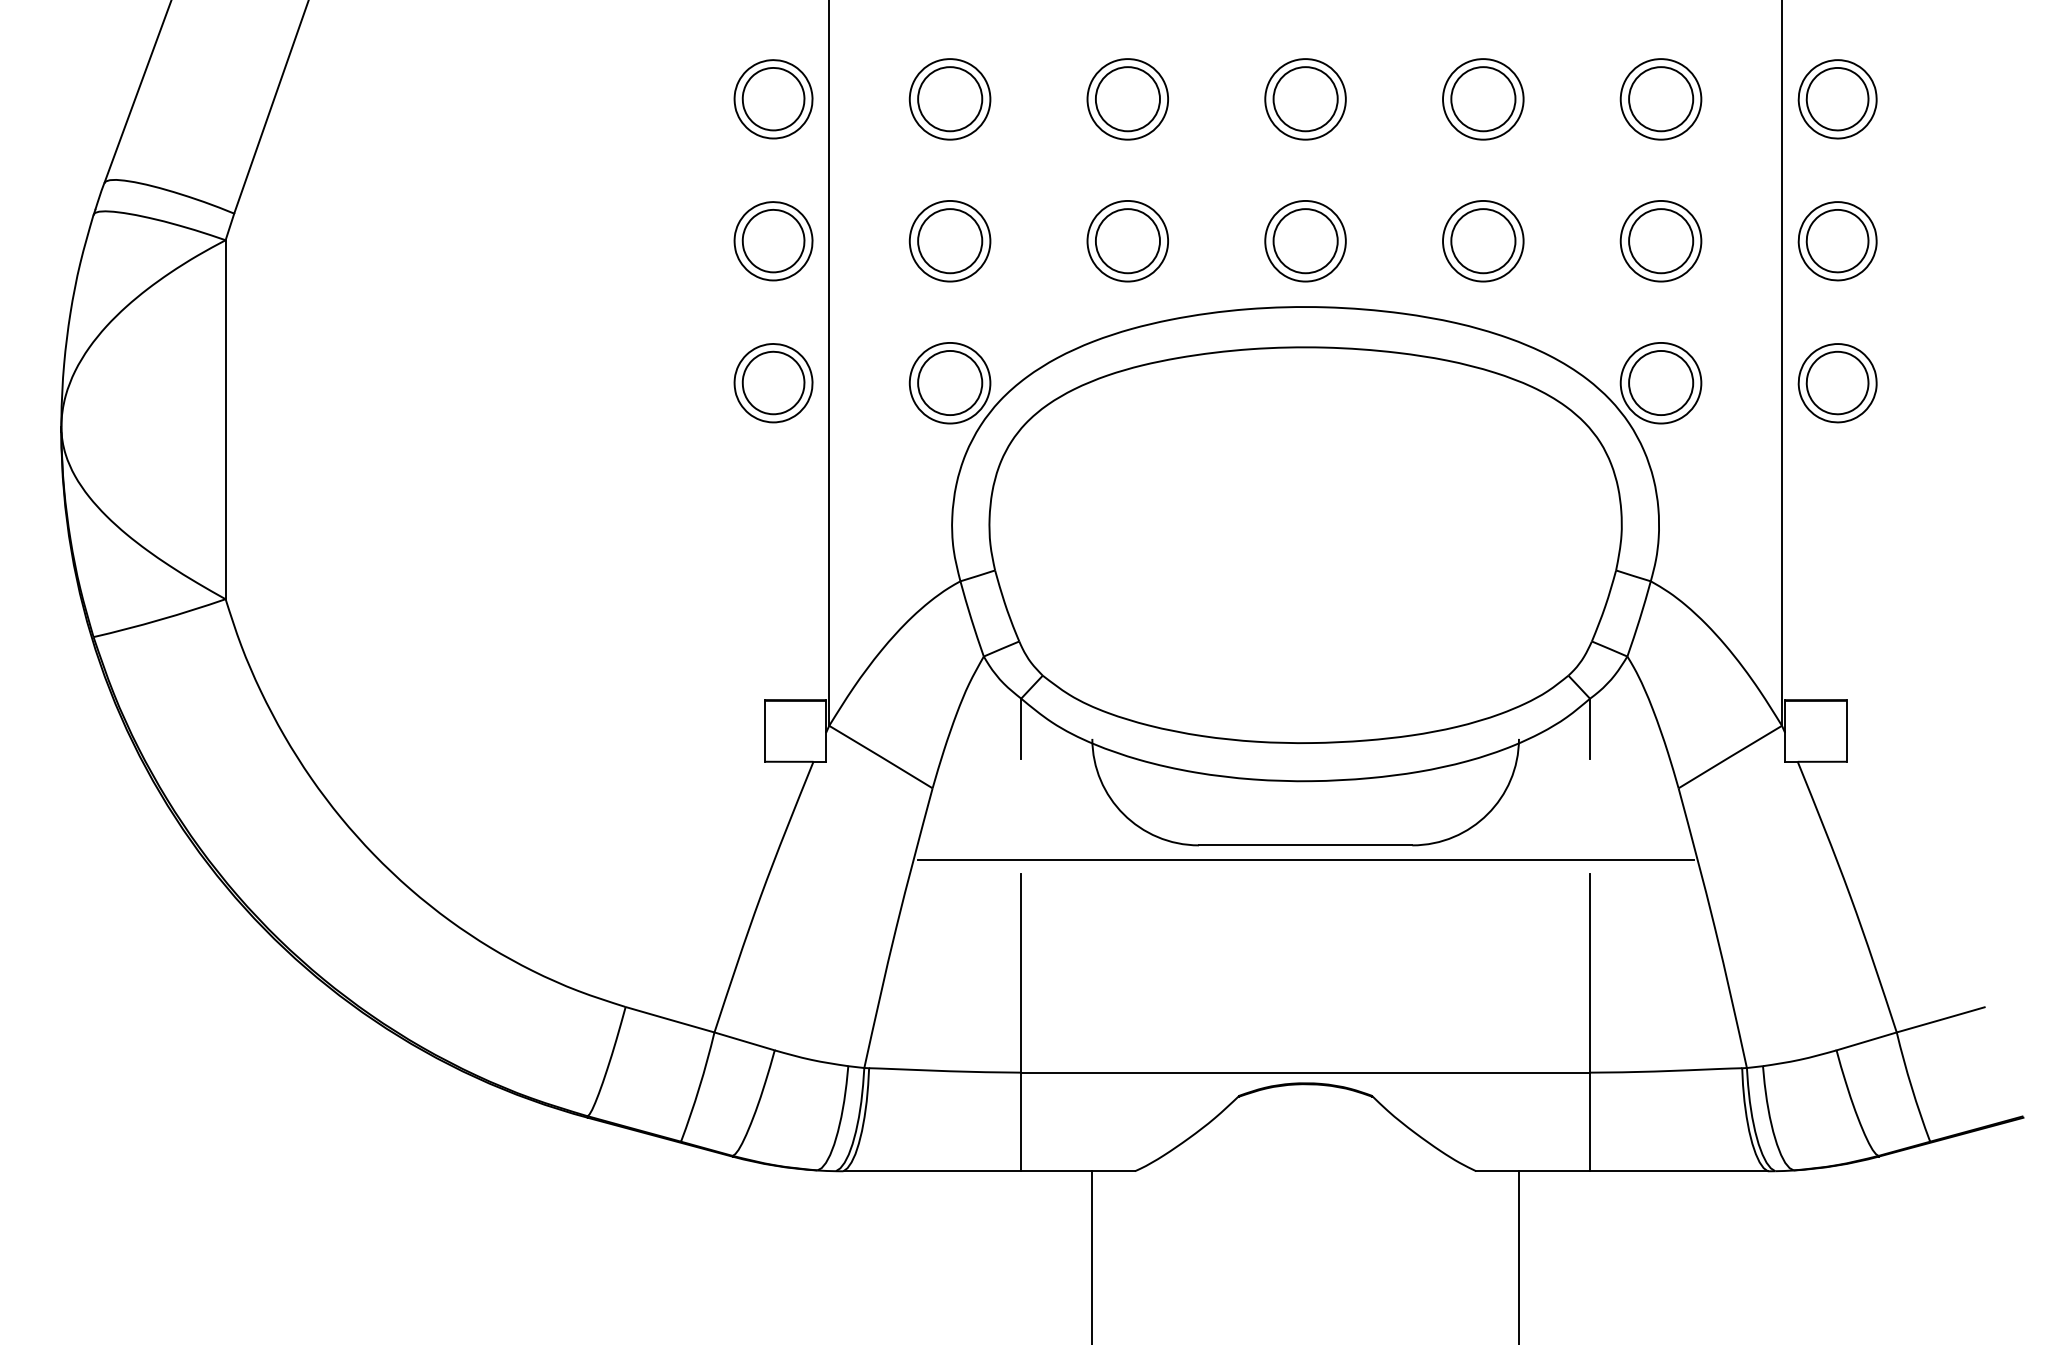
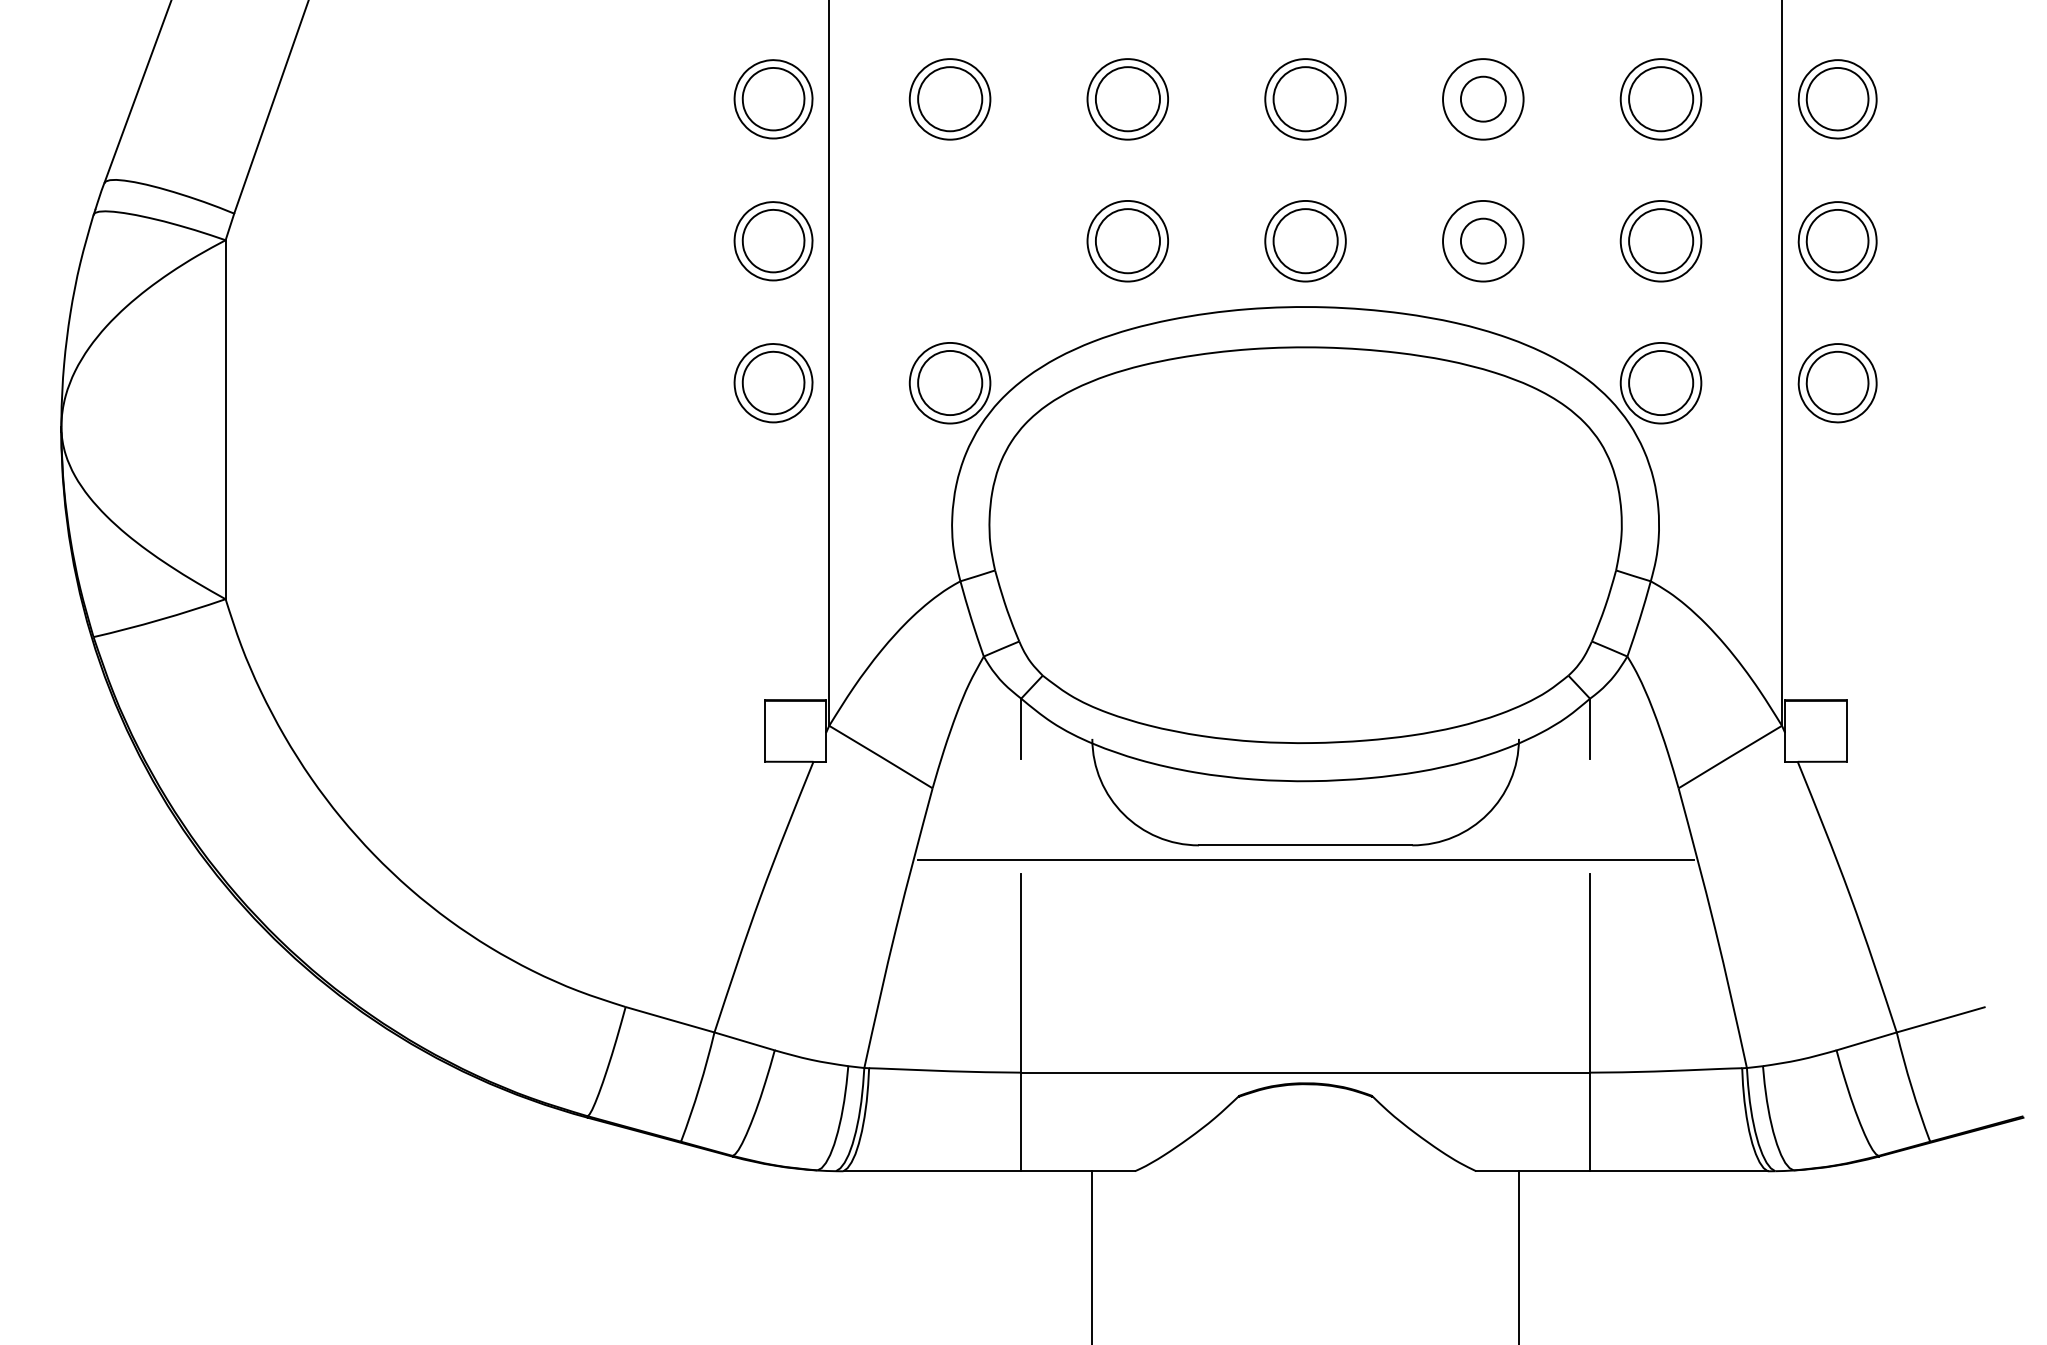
circle at (1483, 99) diameter: 64 px -> 45 px
part at (949, 241): present -> none
circle at (1483, 241) diameter: 64 px -> 45 px
